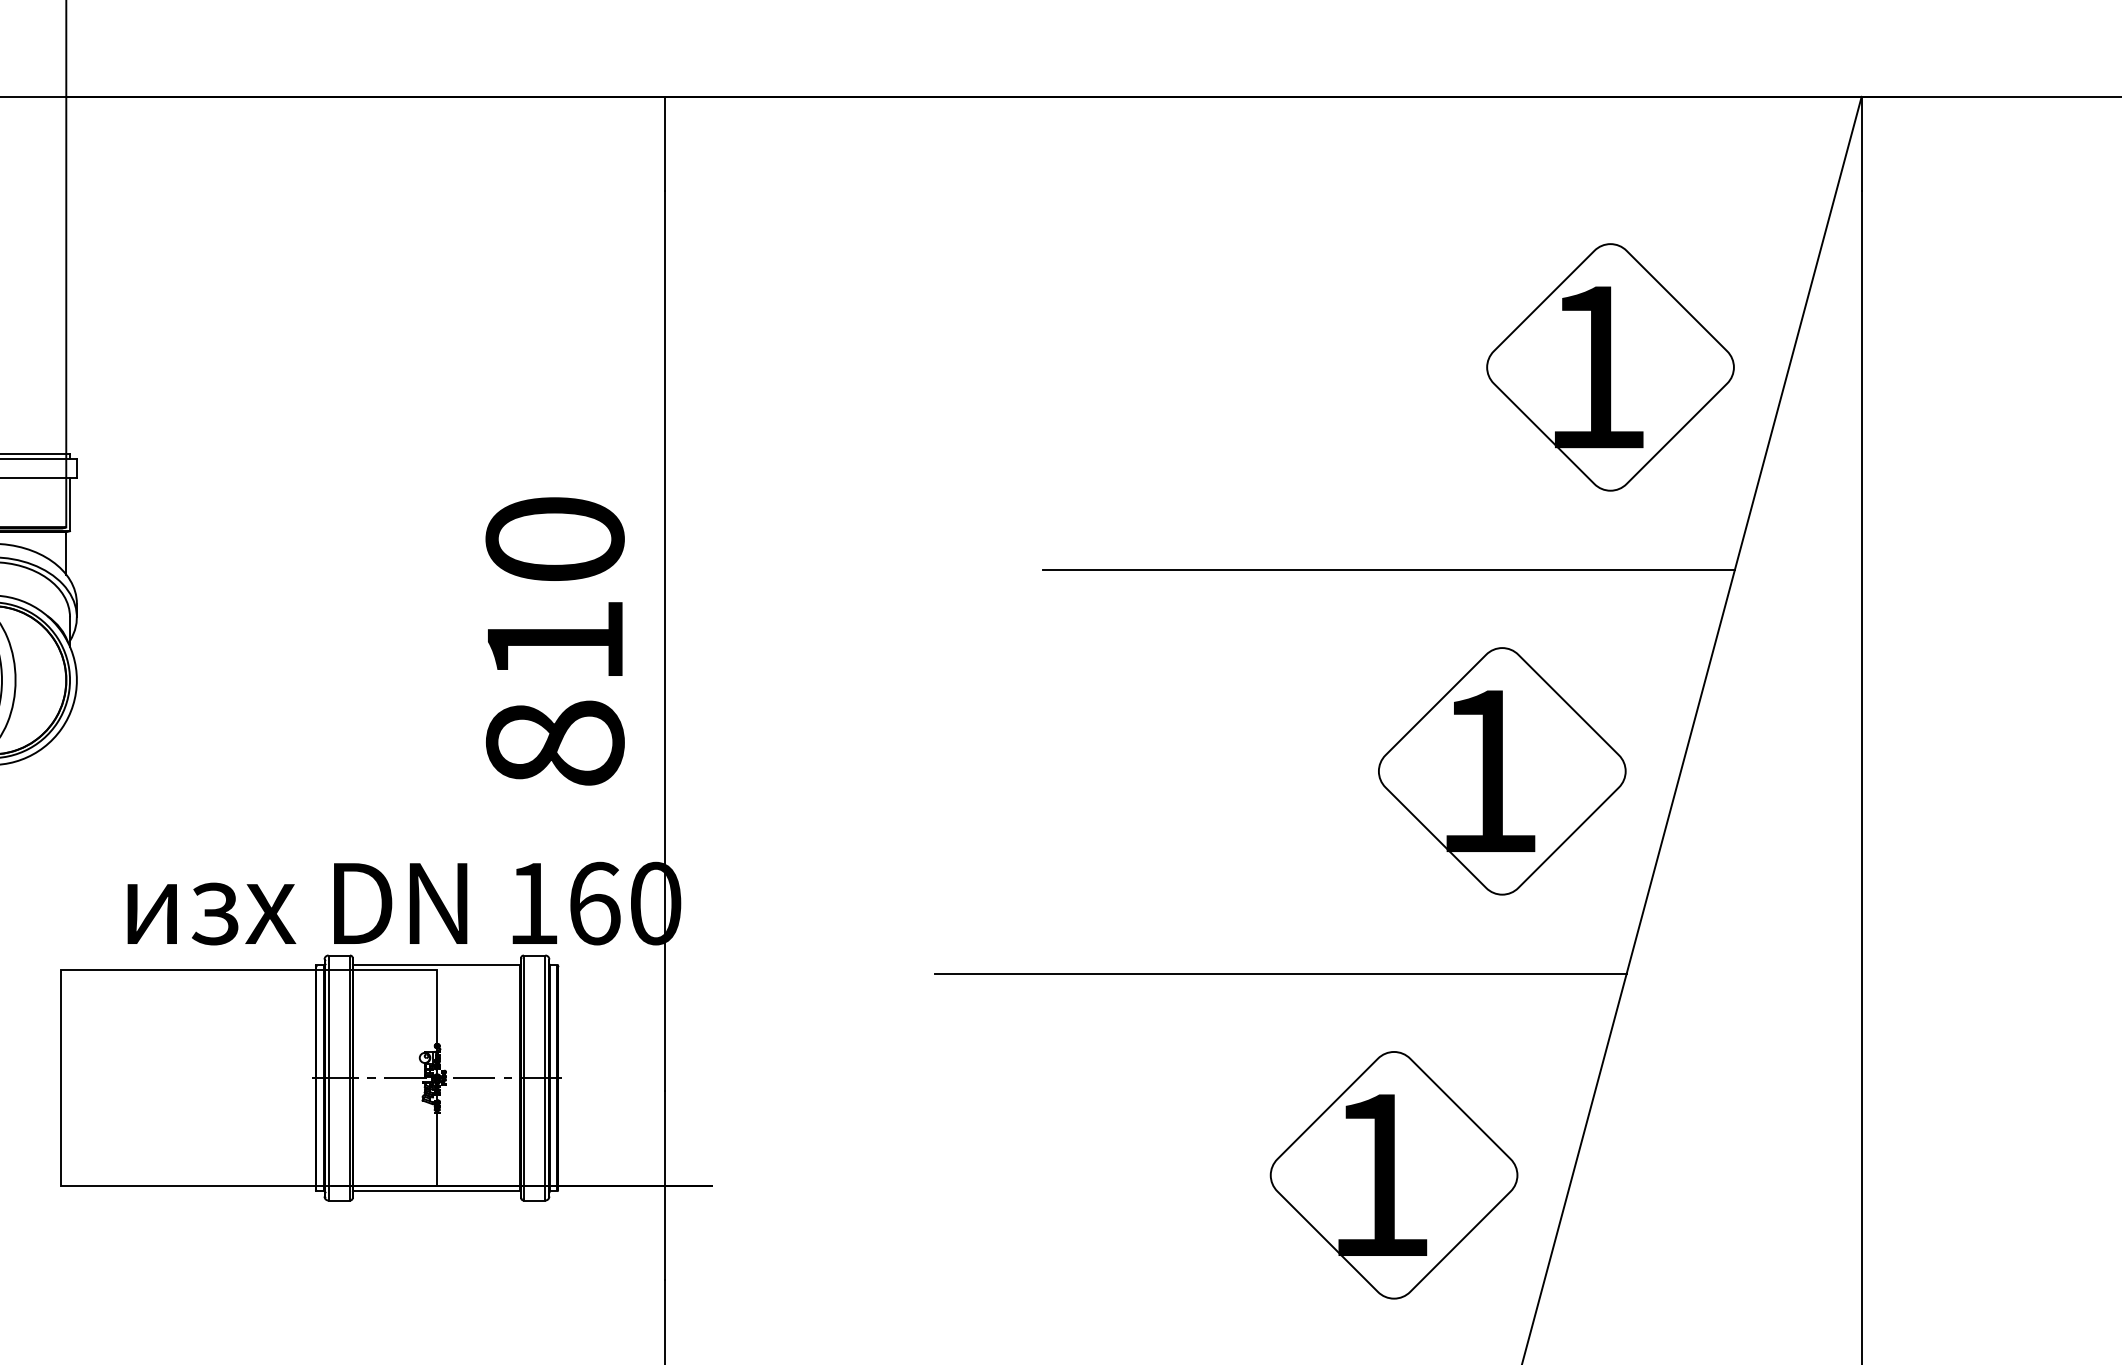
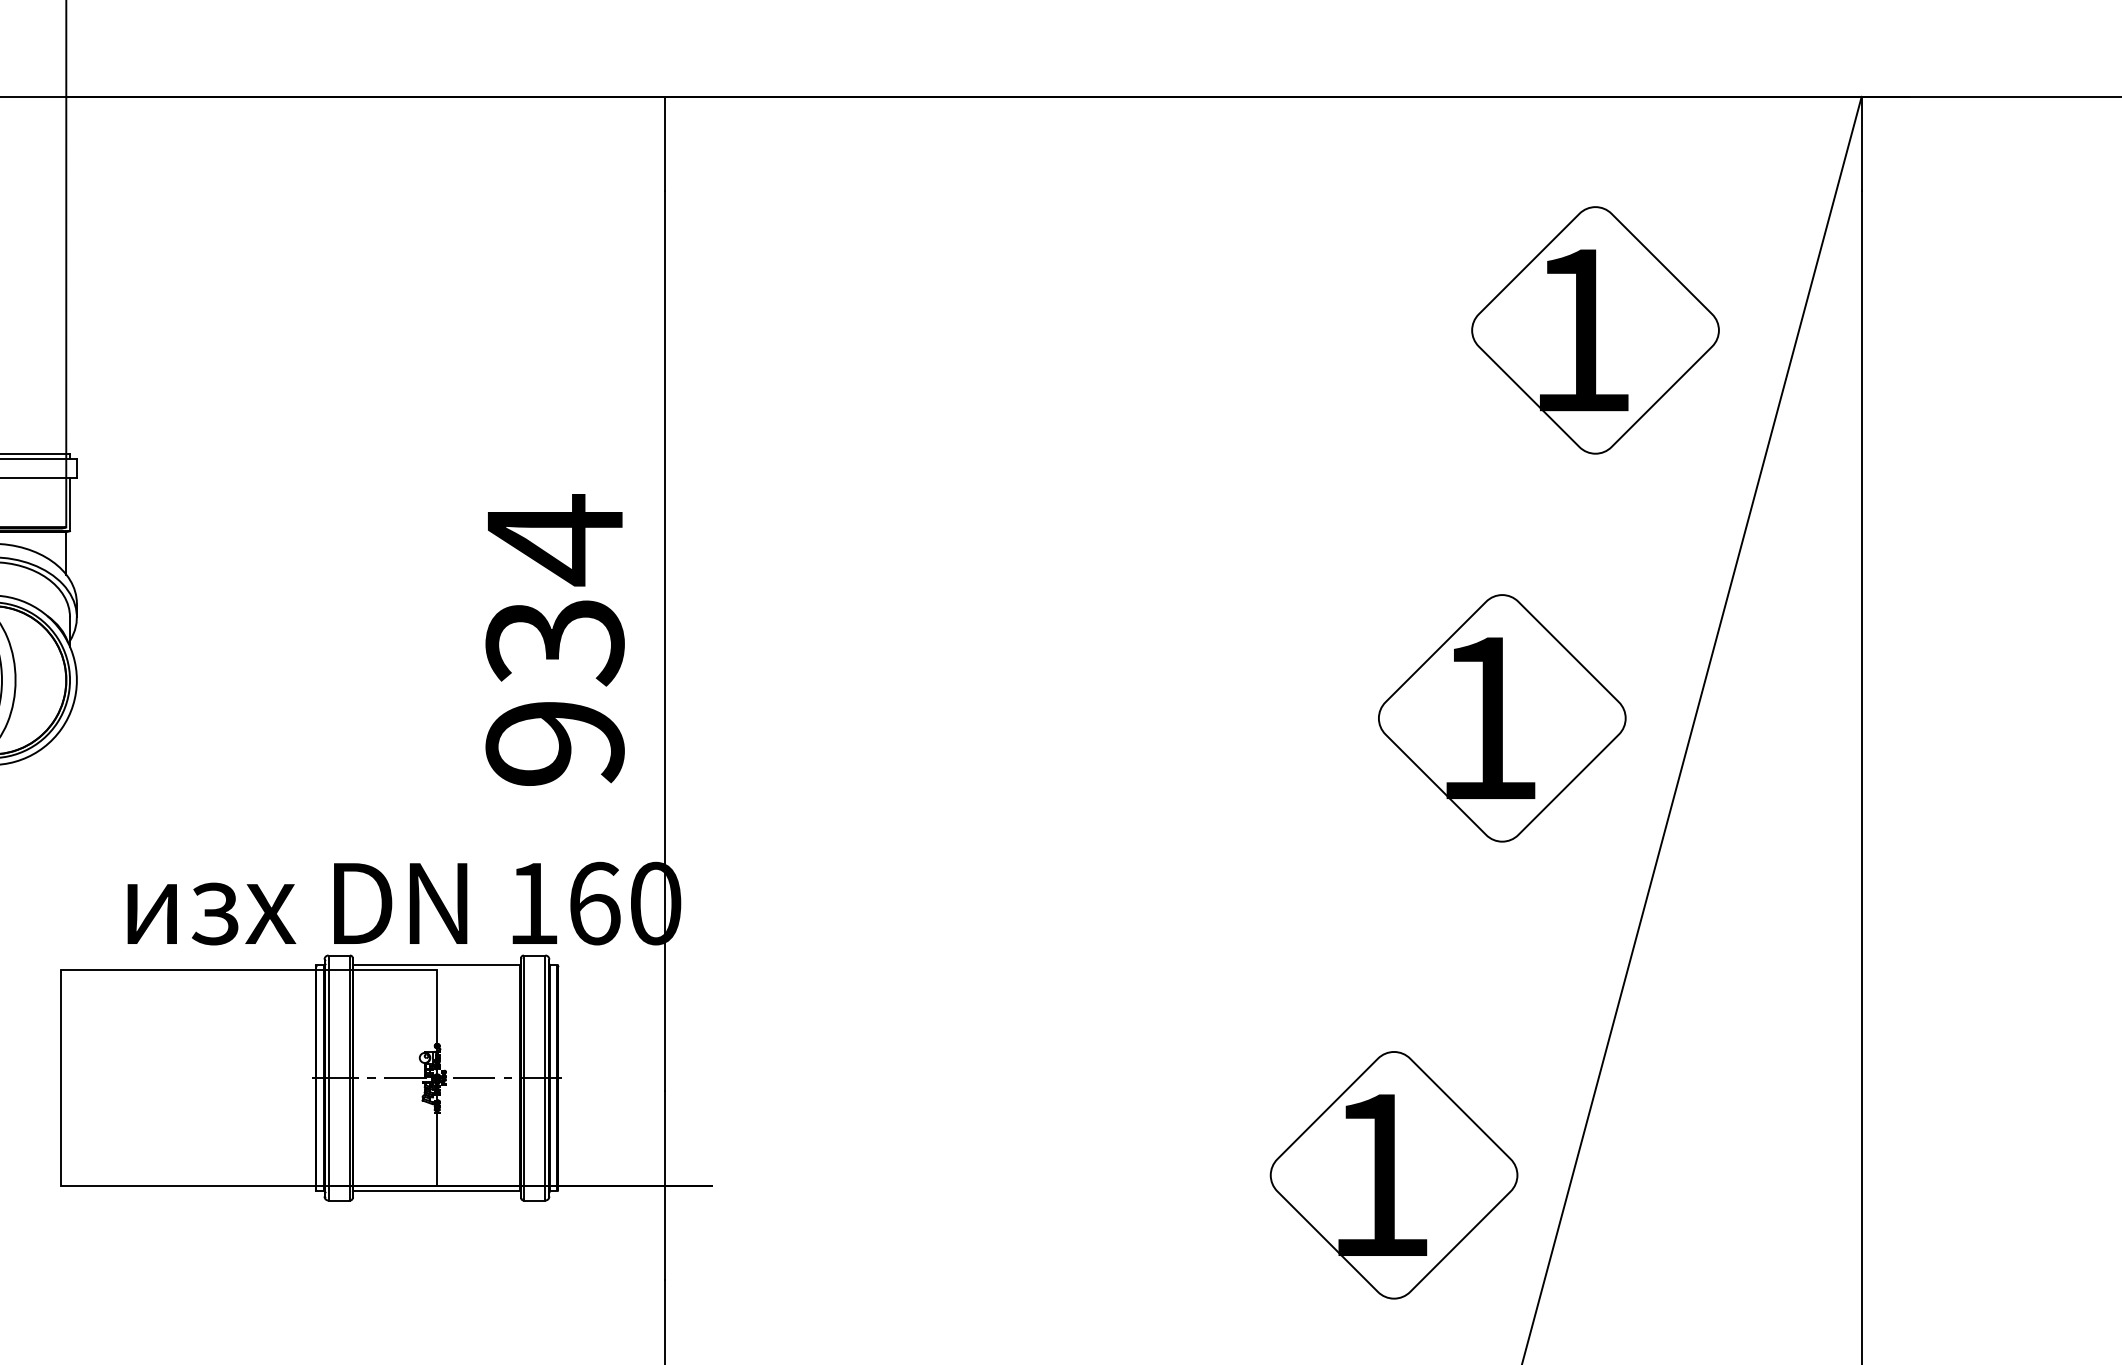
part at (1610, 367) position: (1610, 367) -> (1595, 330)
line at (1388, 570): present -> none
text at (554, 639): 810 -> 934
part at (1502, 771) position: (1502, 771) -> (1502, 718)
line at (1280, 974): present -> none
